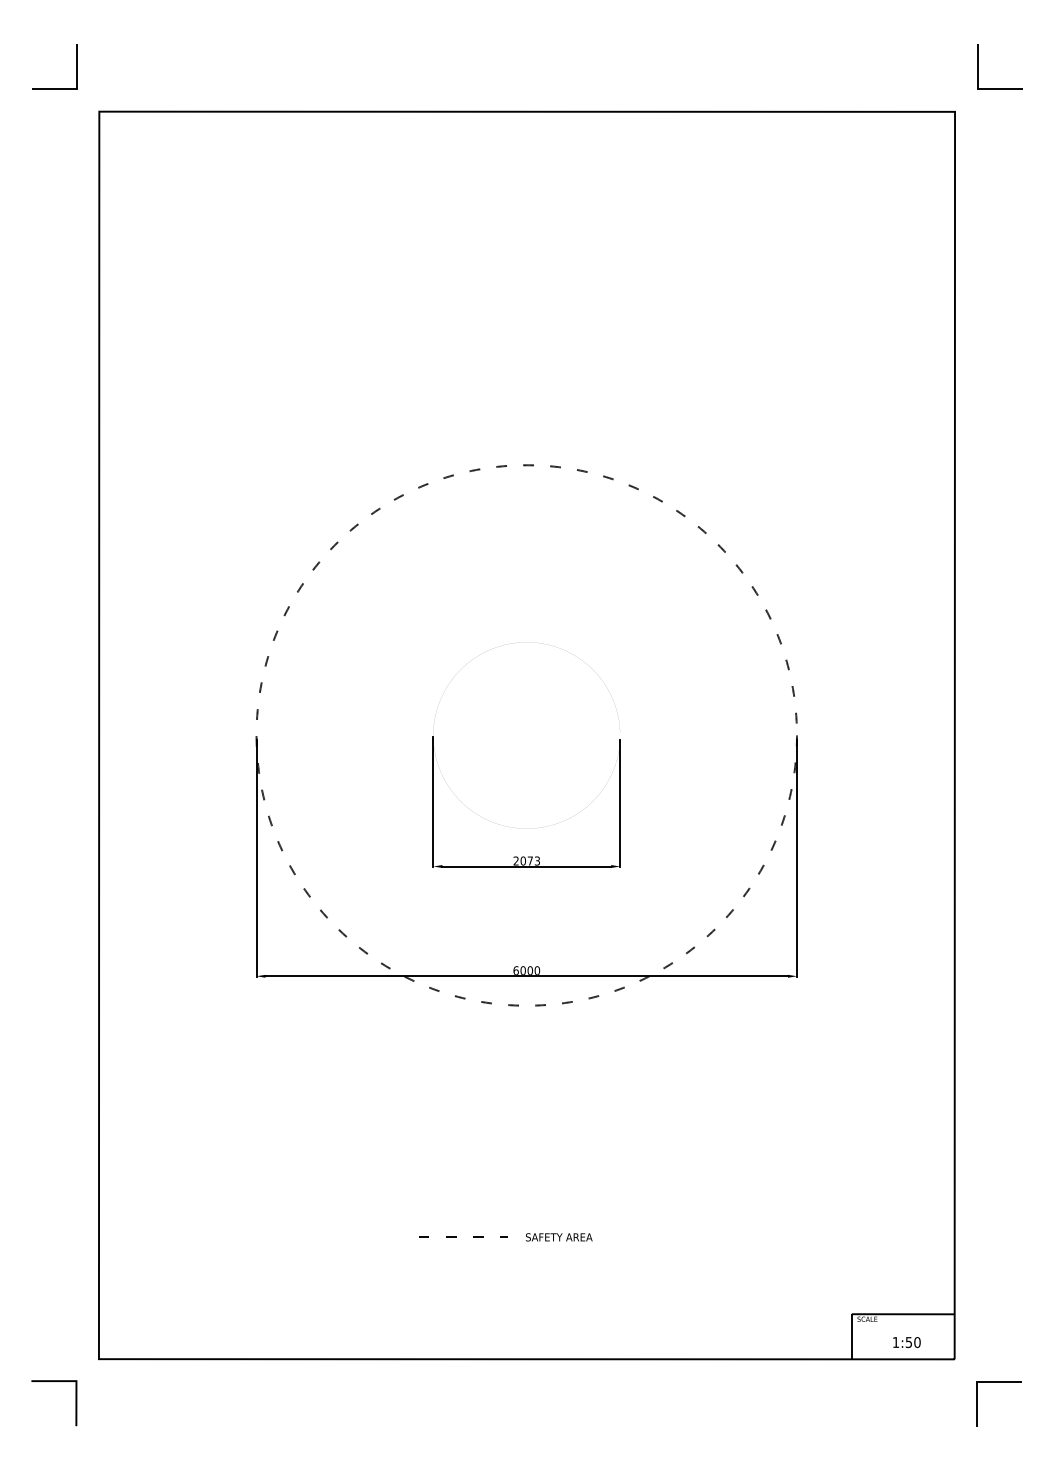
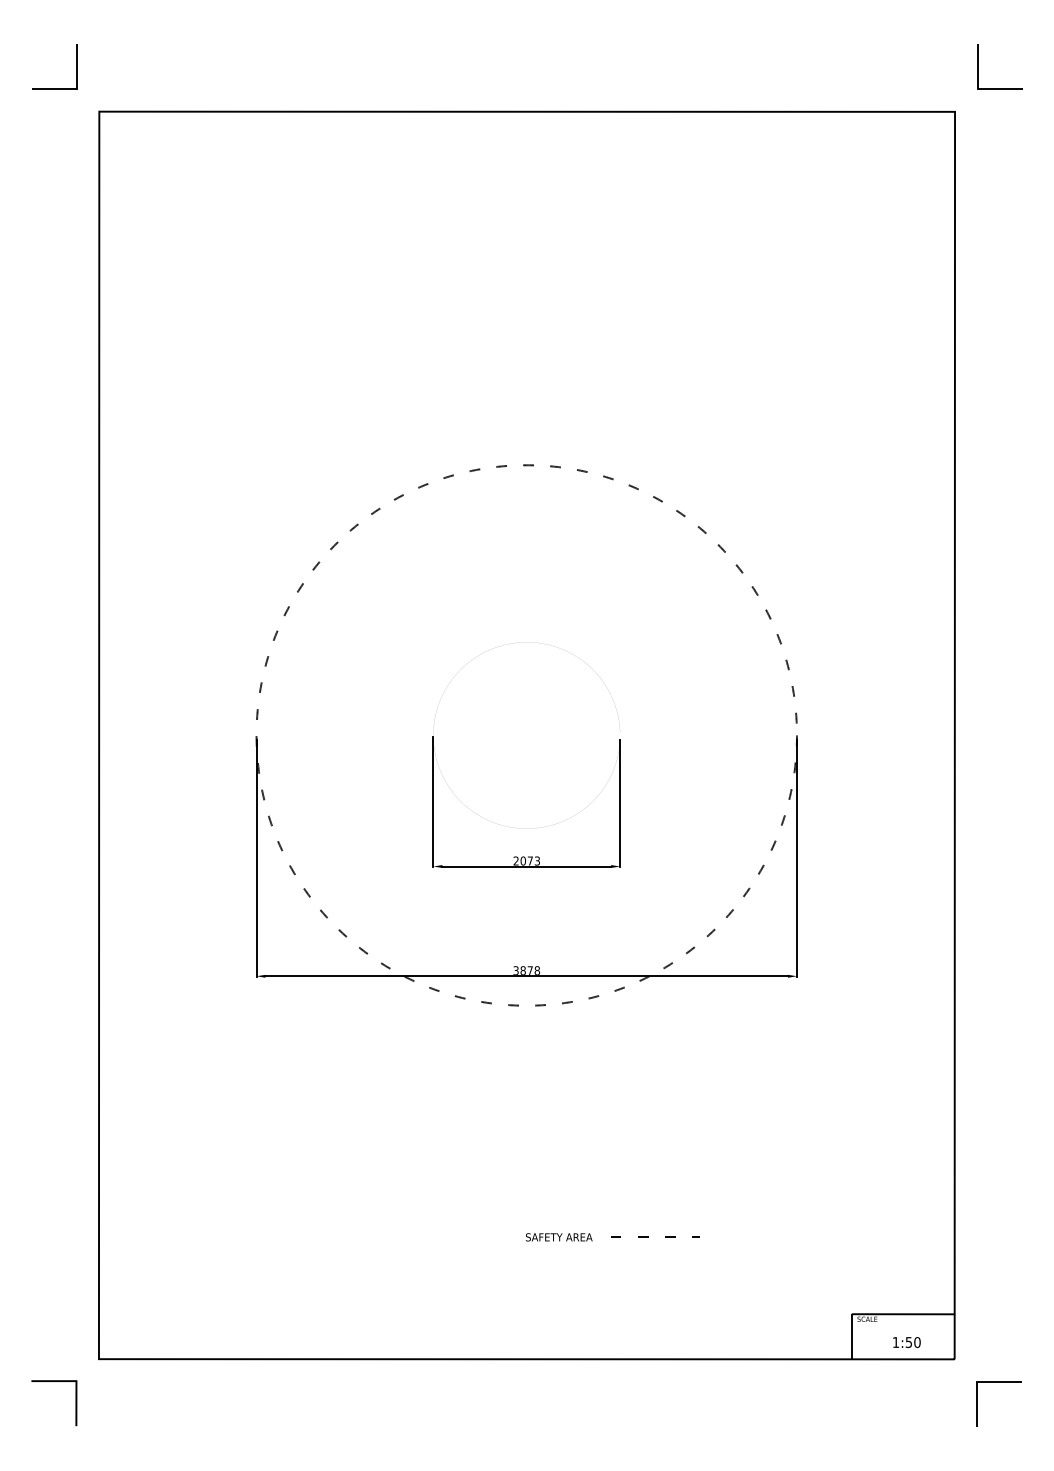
text at (526, 970): 6000 -> 3878
line at (456, 1236) position: (456, 1236) -> (648, 1236)
